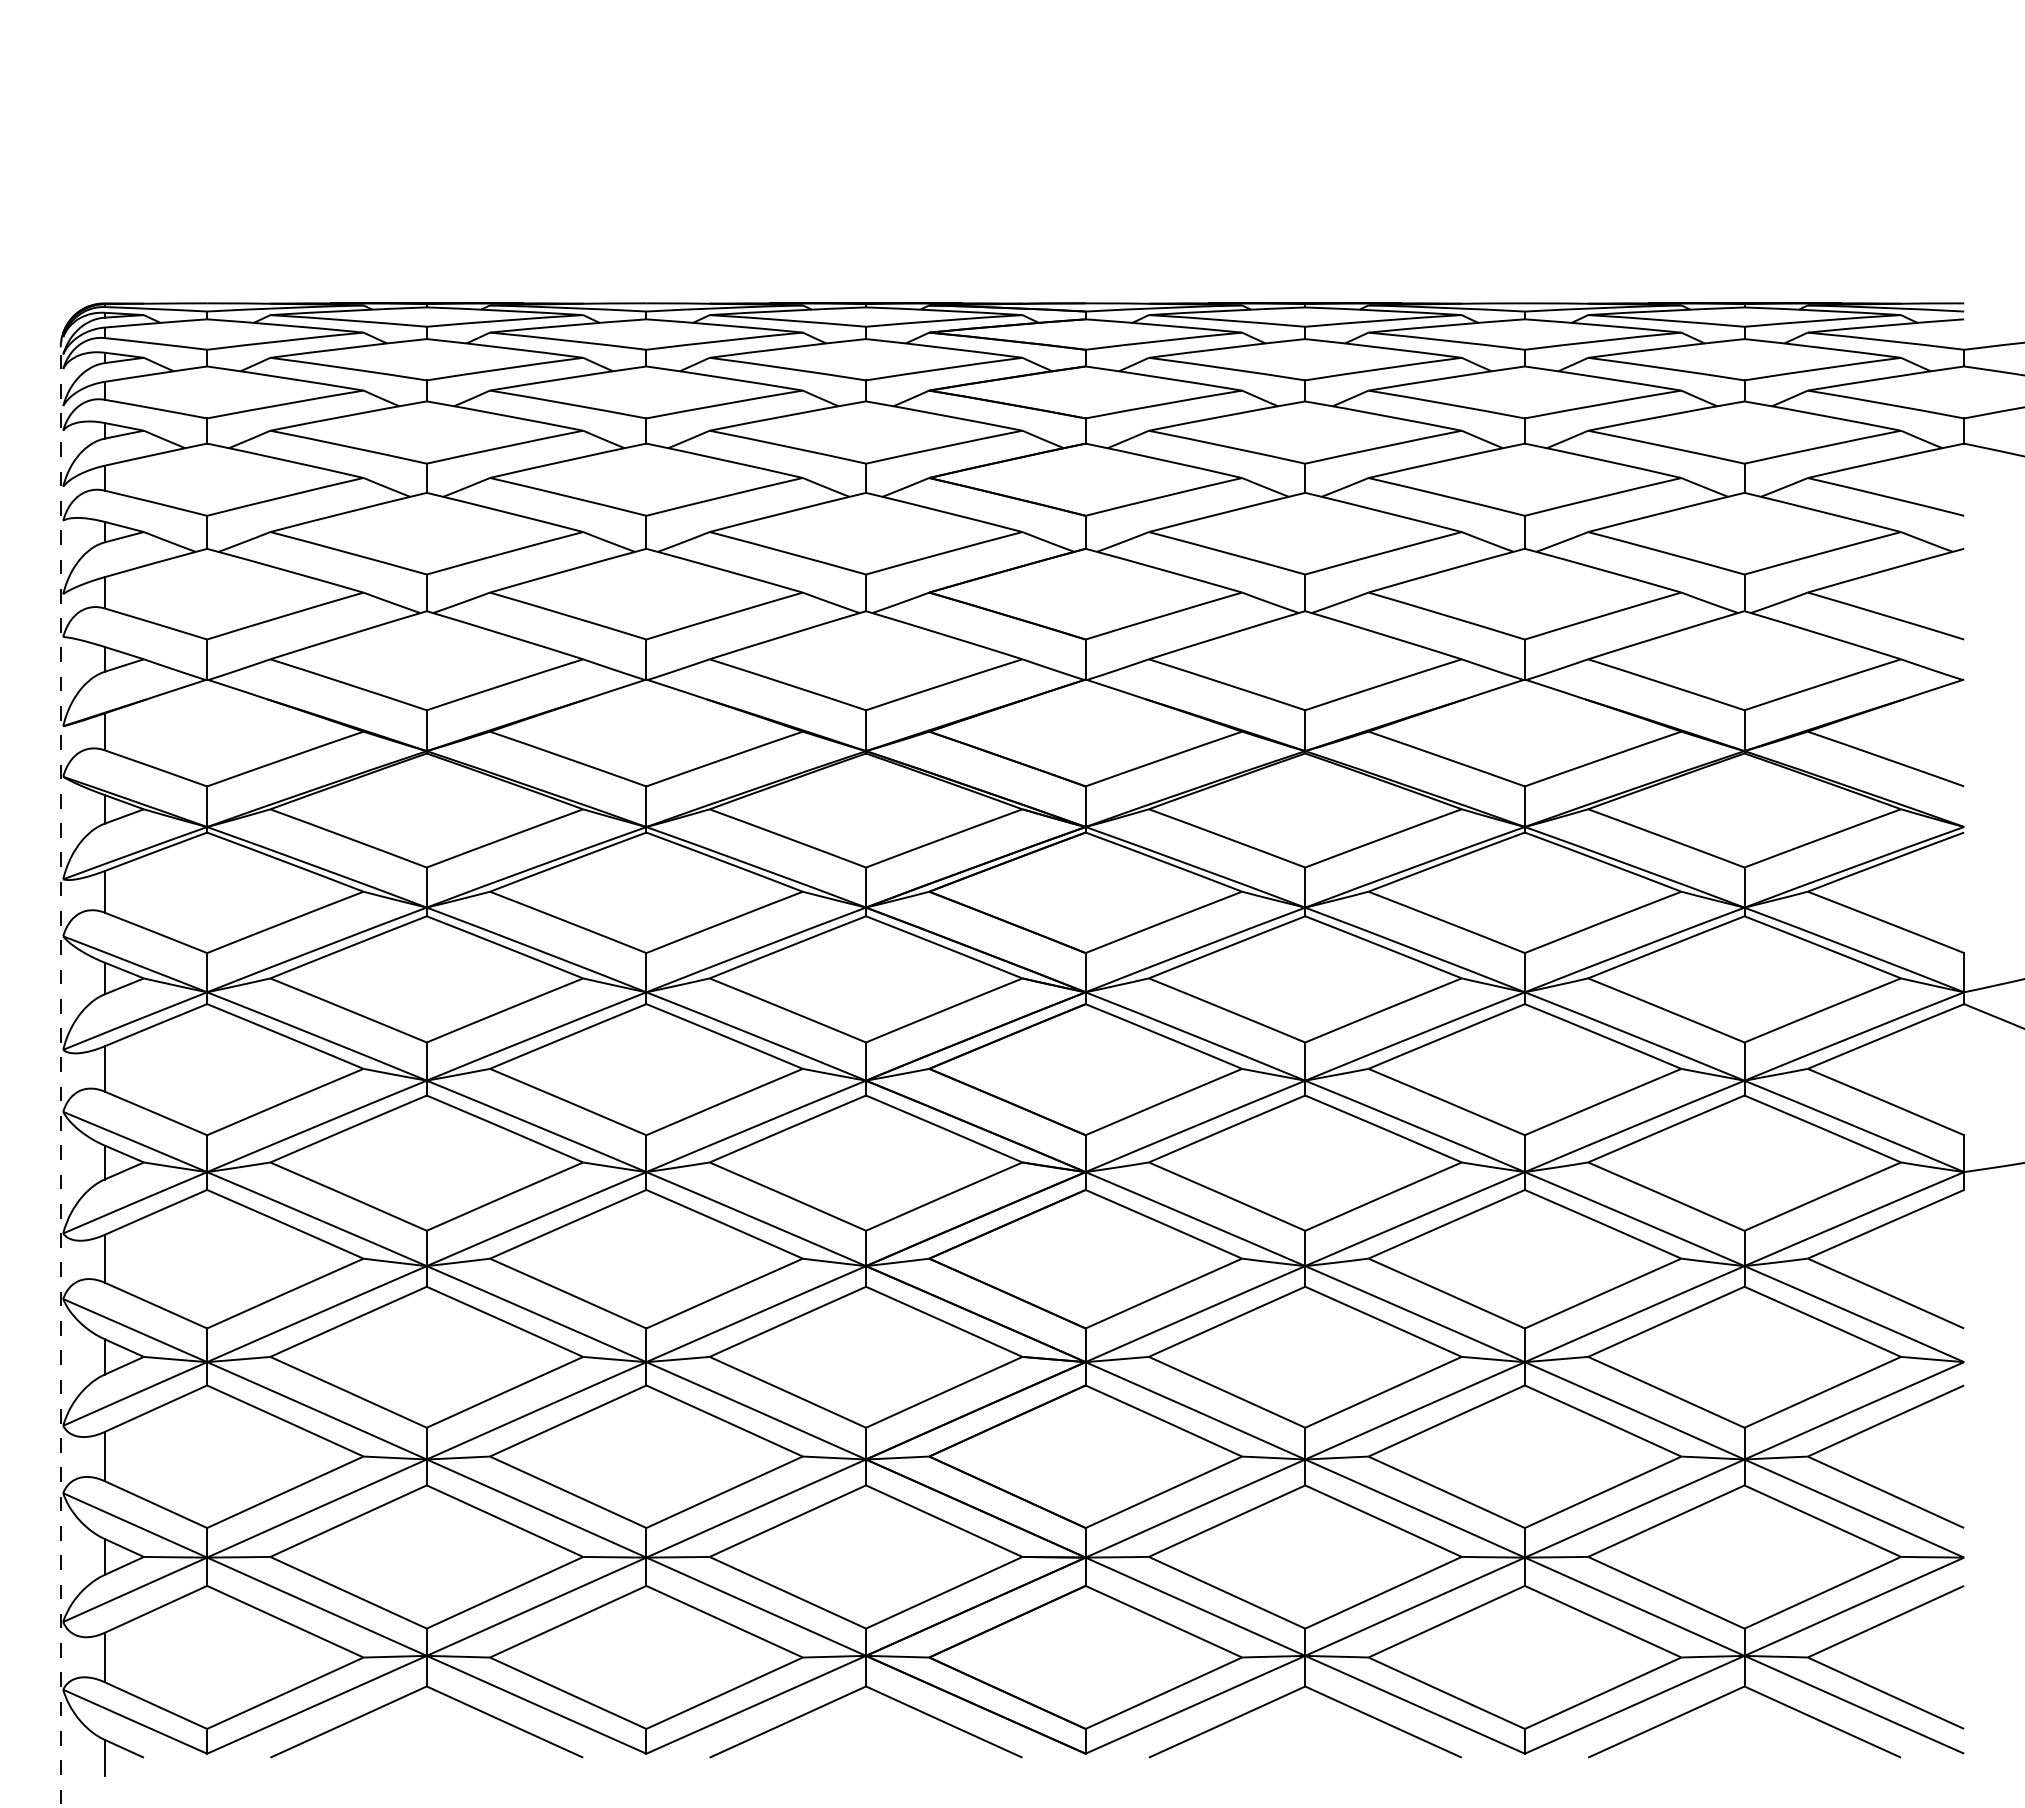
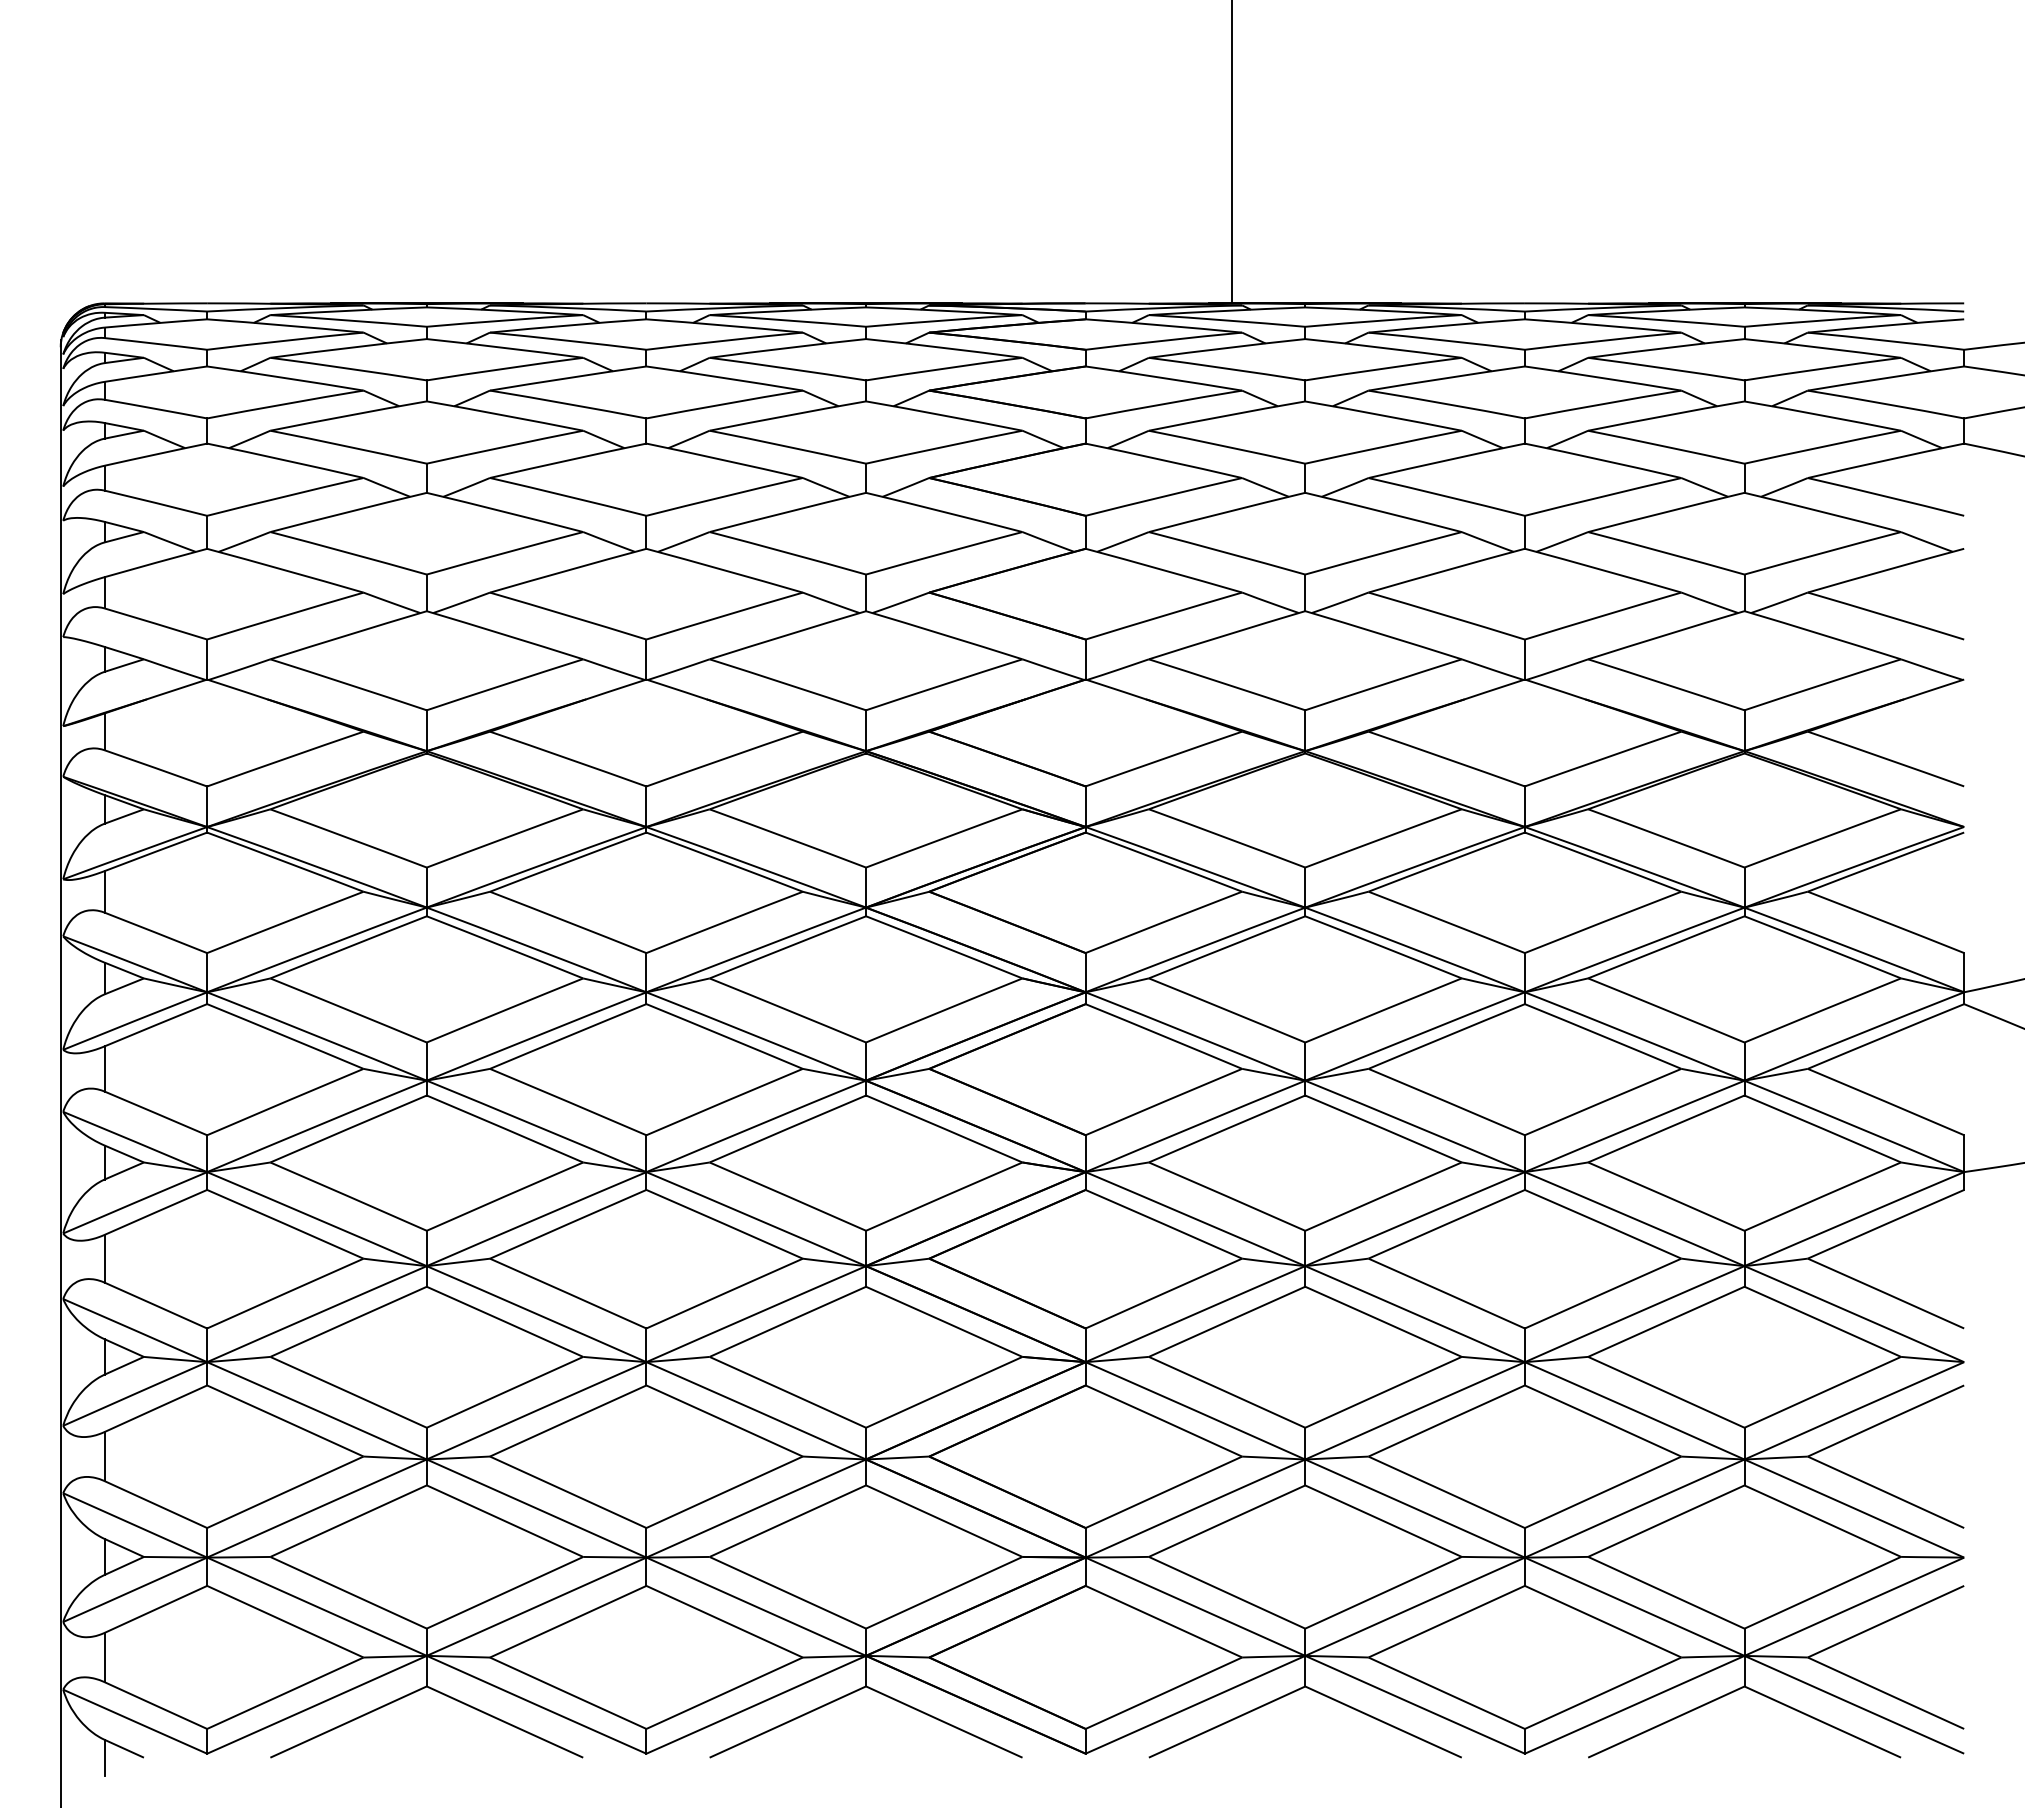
line at (1232, 152): none -> present
line at (60, 1073): dashed -> solid
